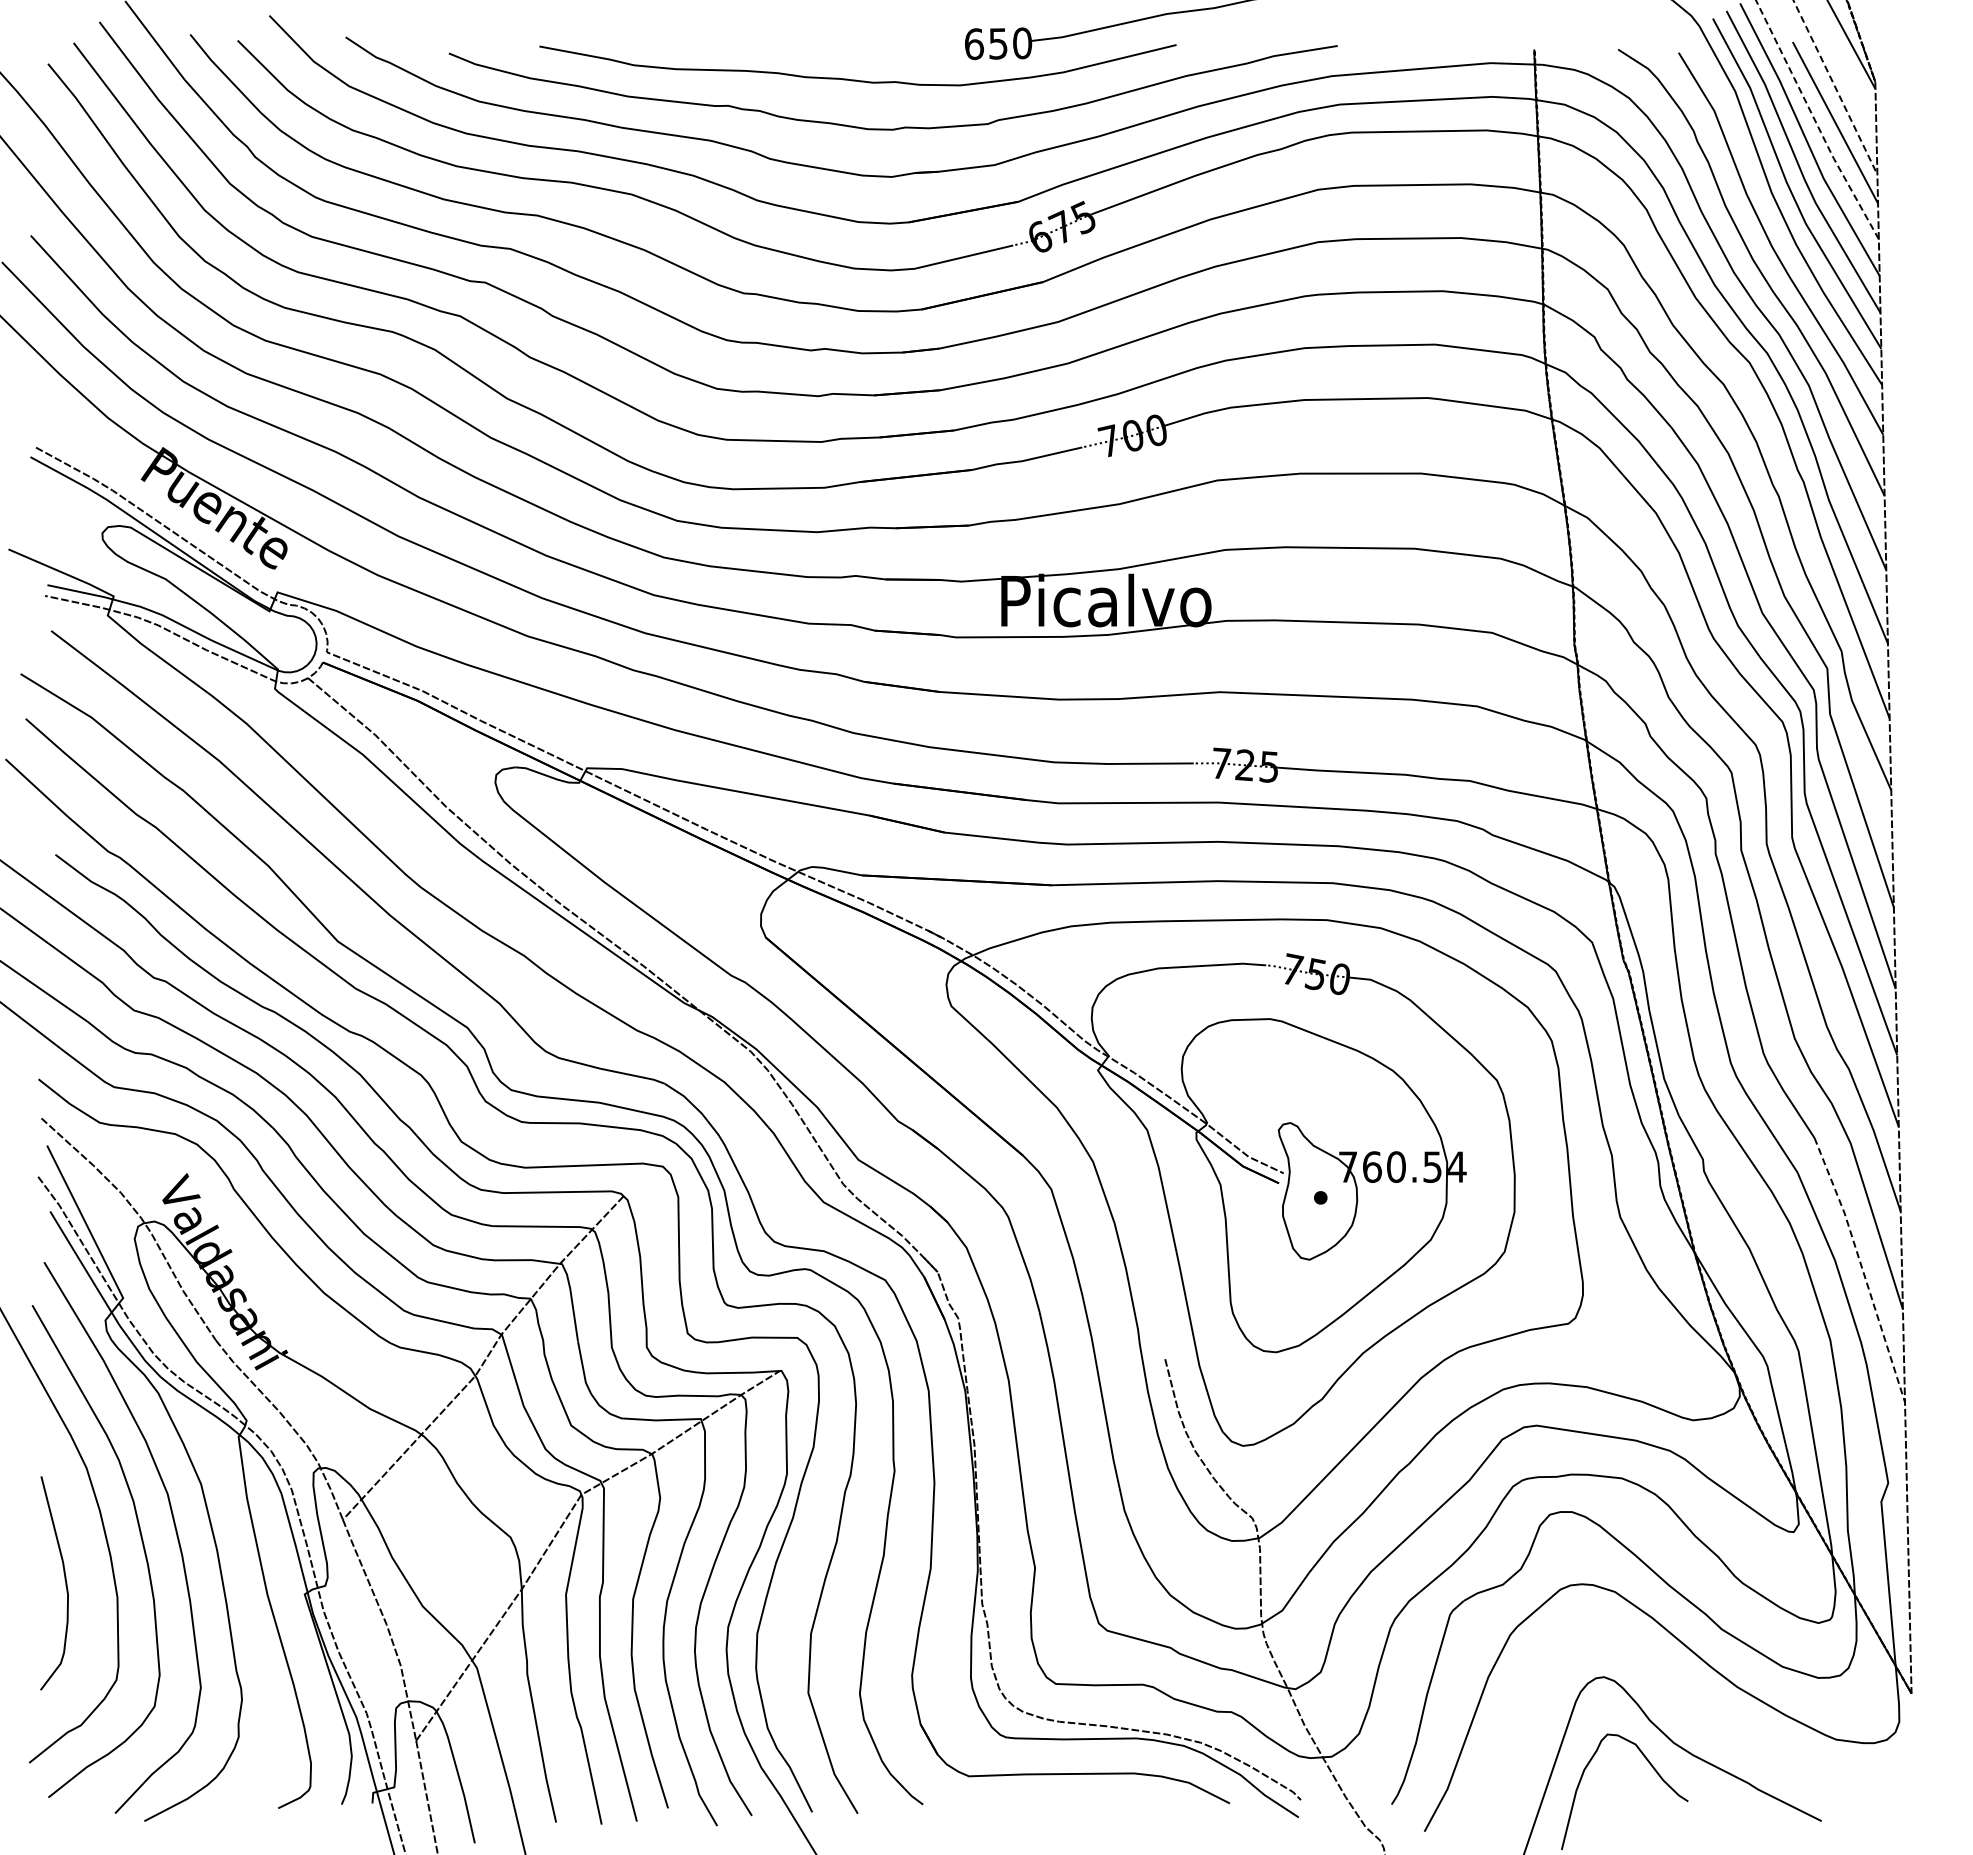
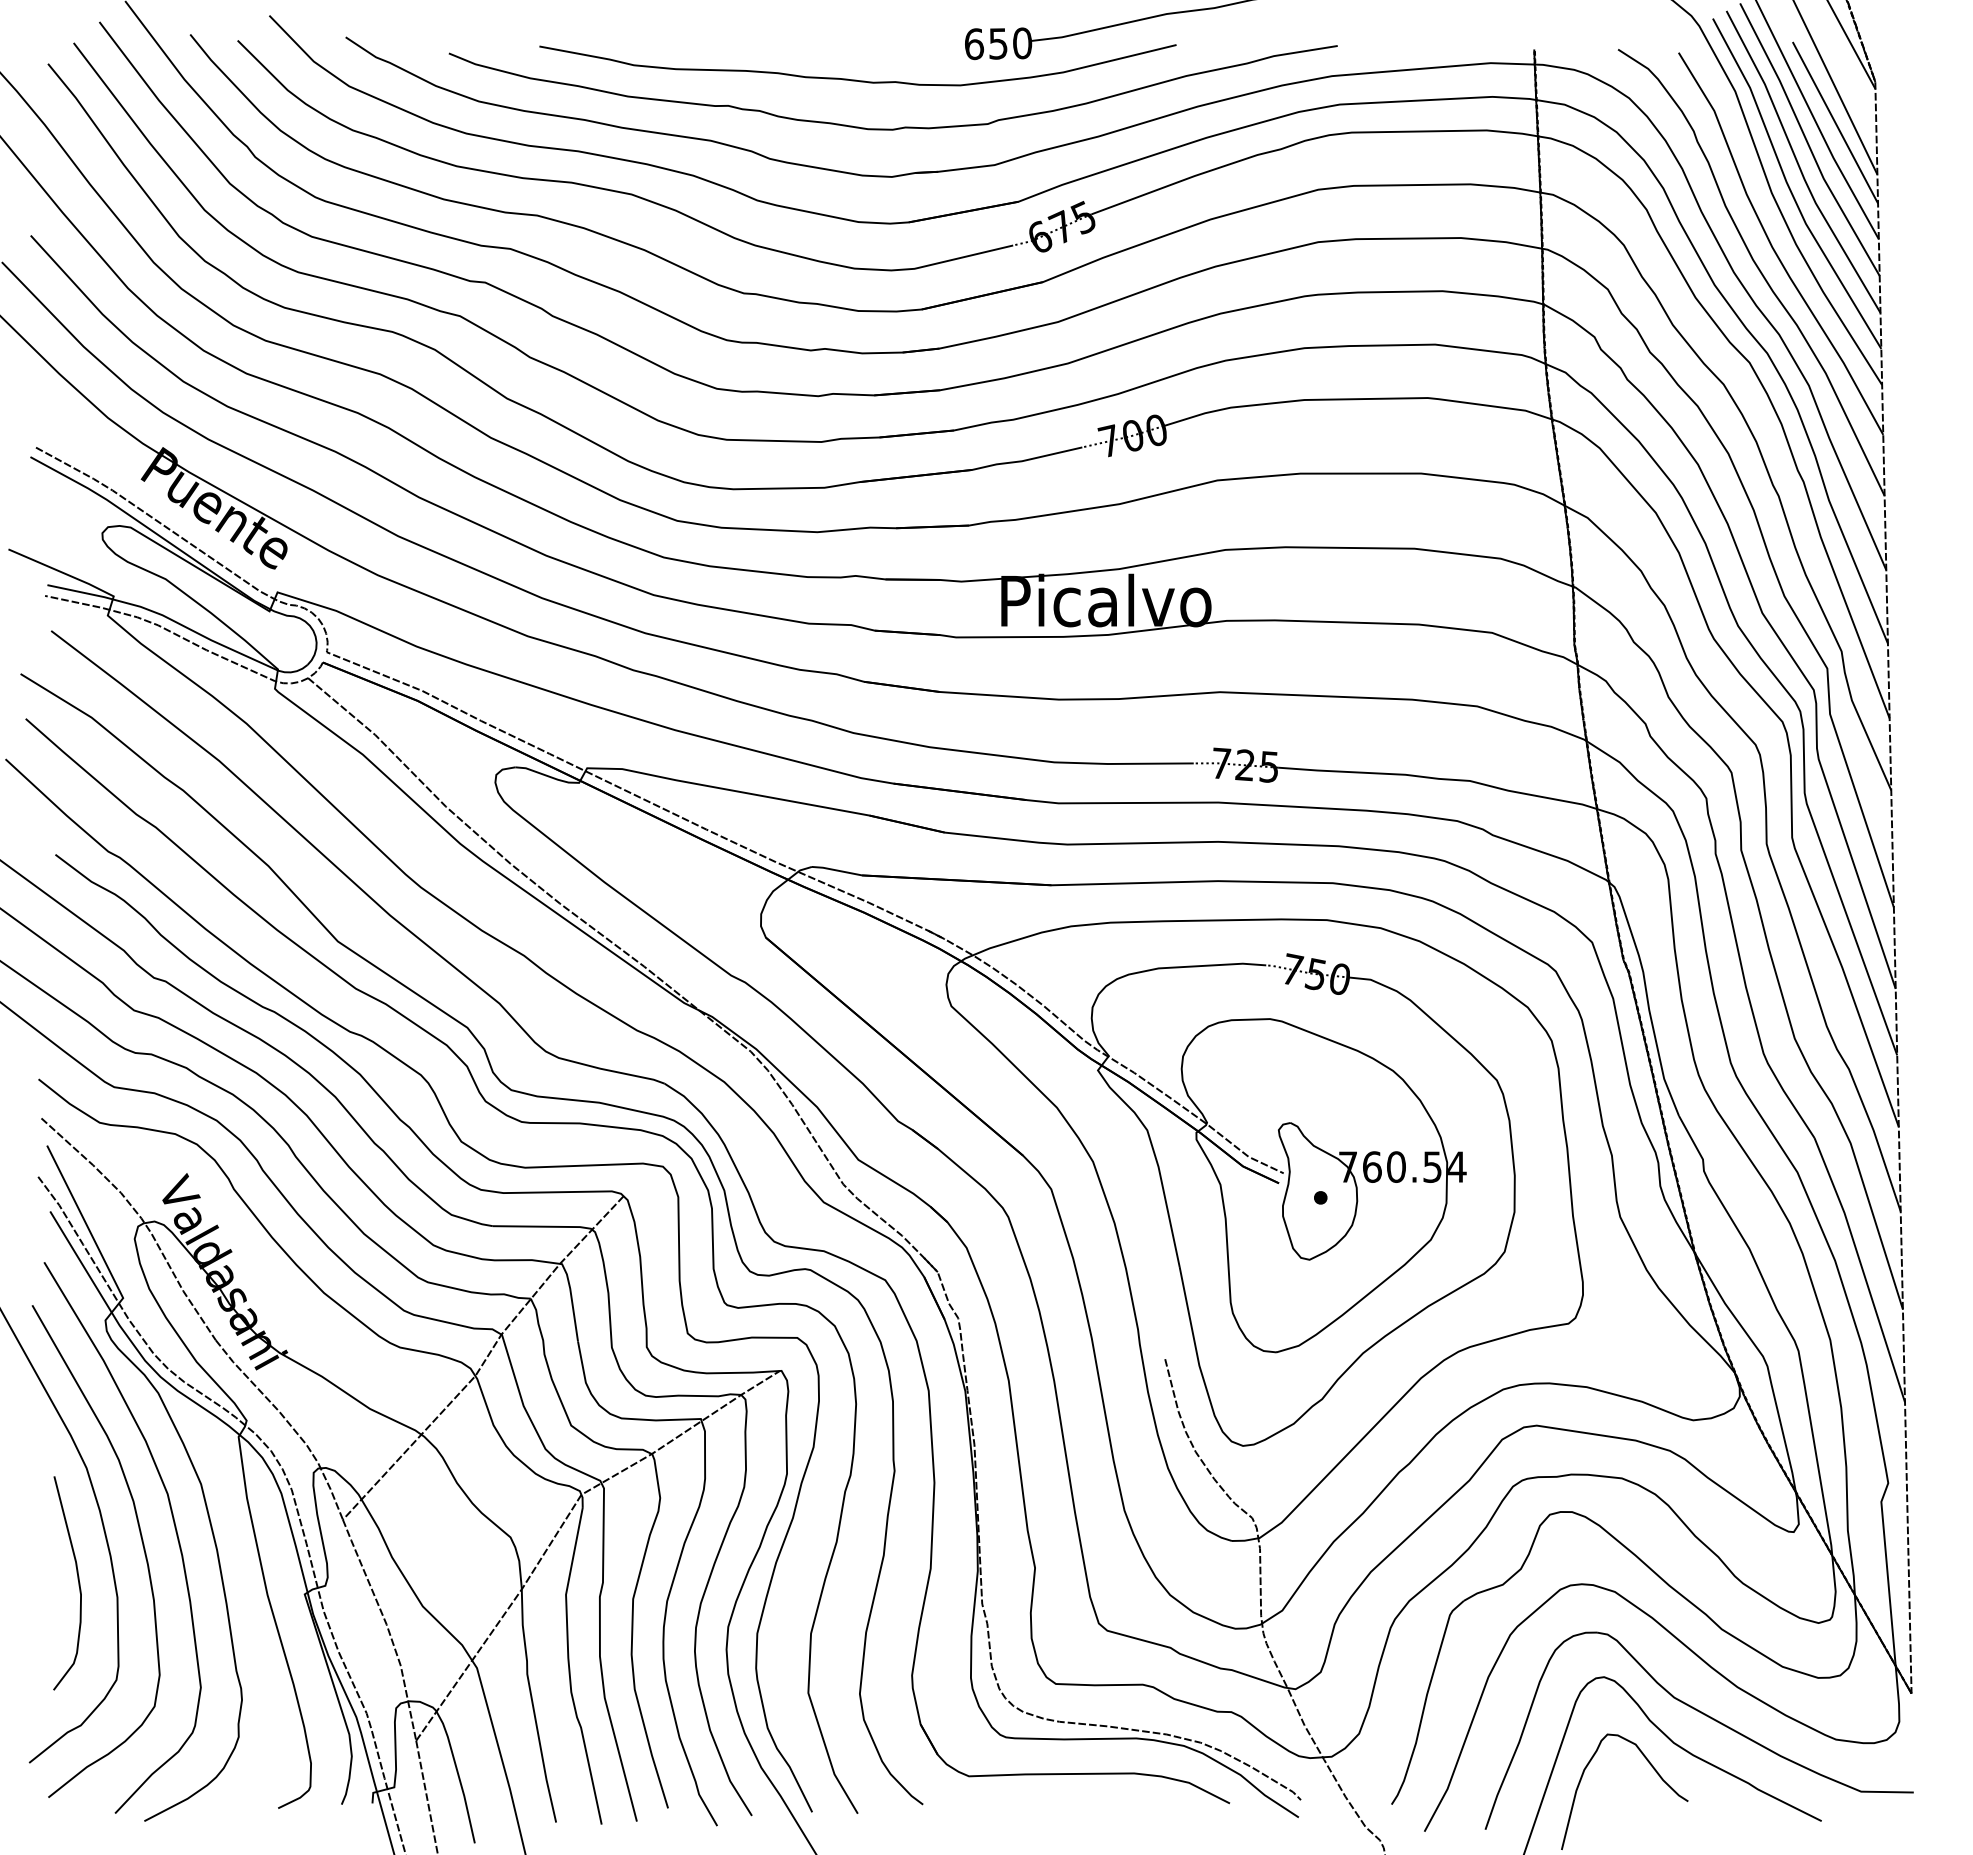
line at (1835, 87): dashed -> solid
line at (1815, 121): dashed -> solid
line at (1862, 1269): dashed -> solid
curve at (64, 1579) position: (64, 1579) -> (77, 1579)
part at (1706, 1716): none -> present
